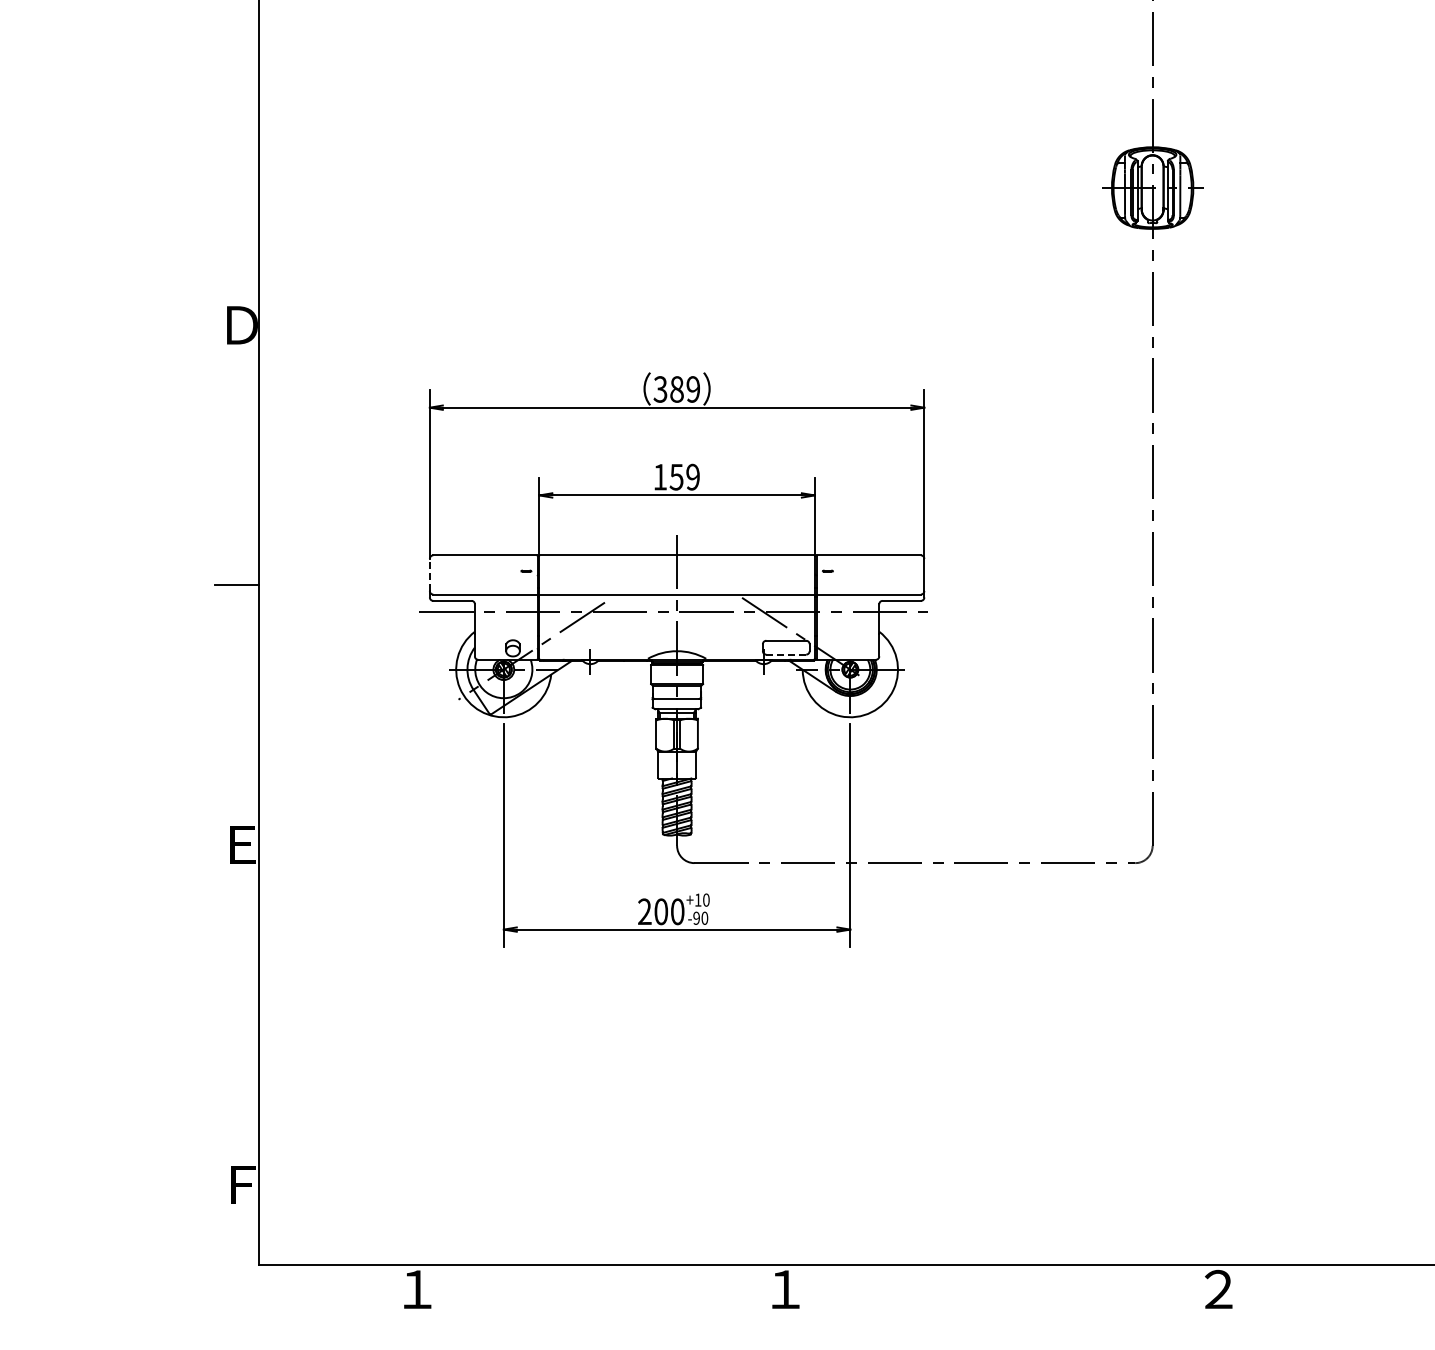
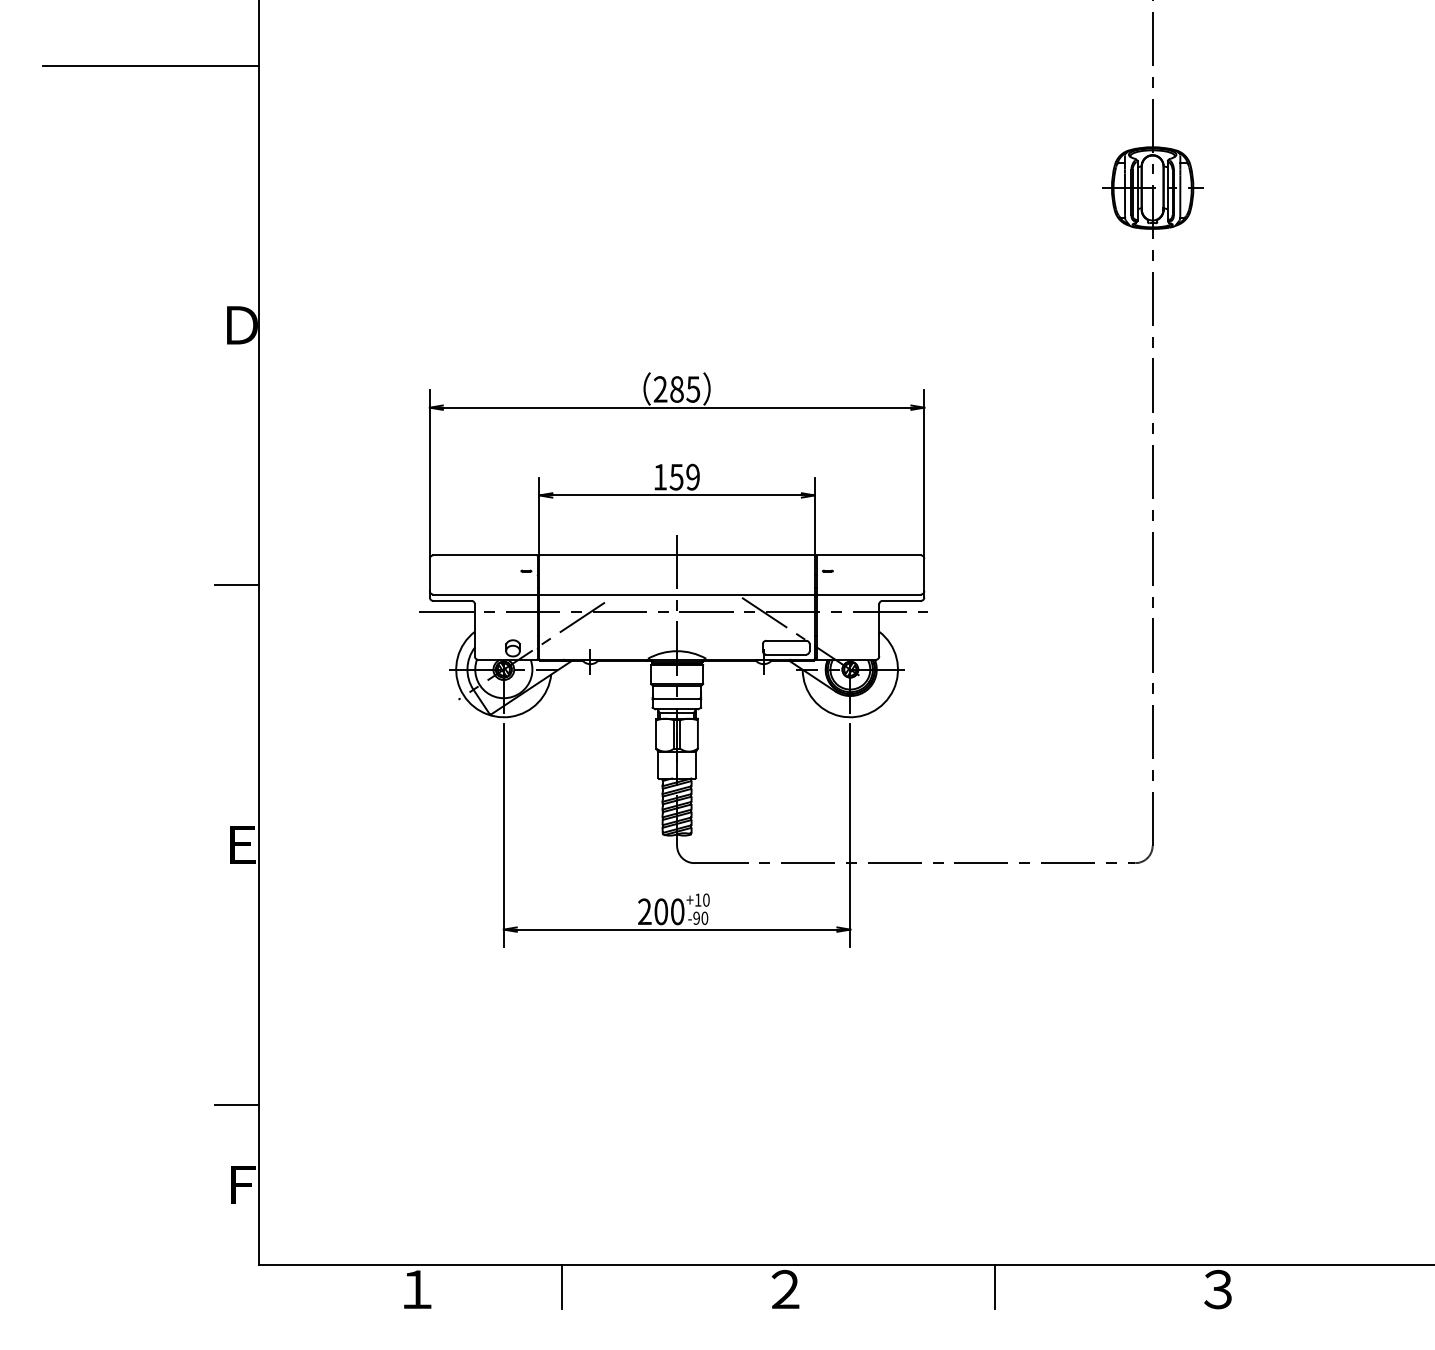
line at (150, 65): none -> present
text at (676, 389): 389 -> 285
line at (429, 574): dashed -> solid
line at (786, 654): dashed -> solid
line at (236, 1105): none -> present
line at (561, 1286): none -> present
line at (995, 1286): none -> present
text at (785, 1288): １ -> ２
text at (1218, 1289): ２ -> ３
